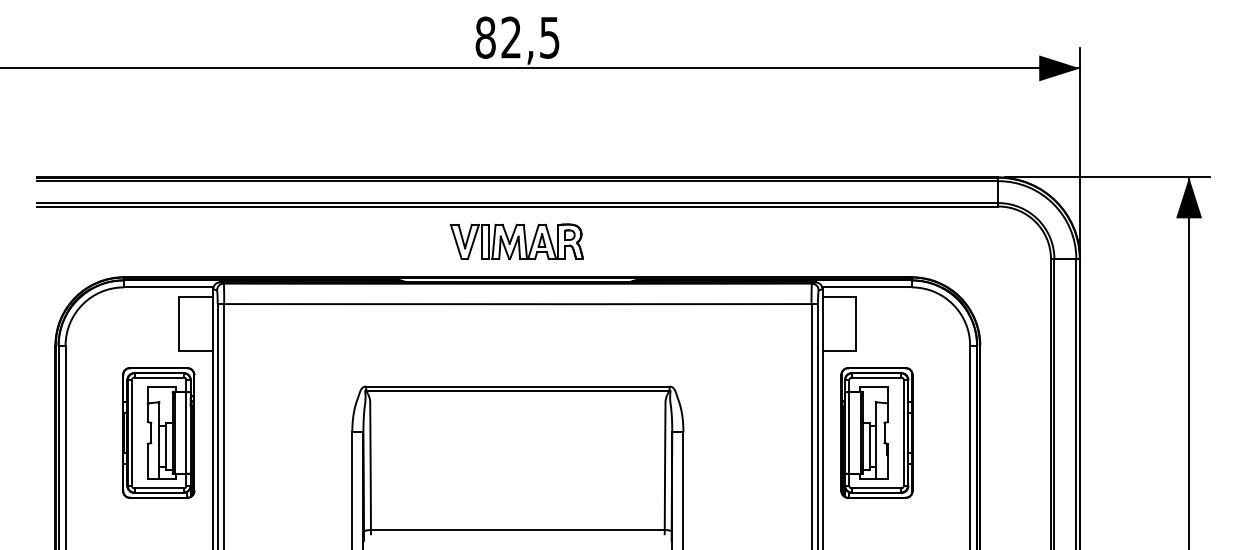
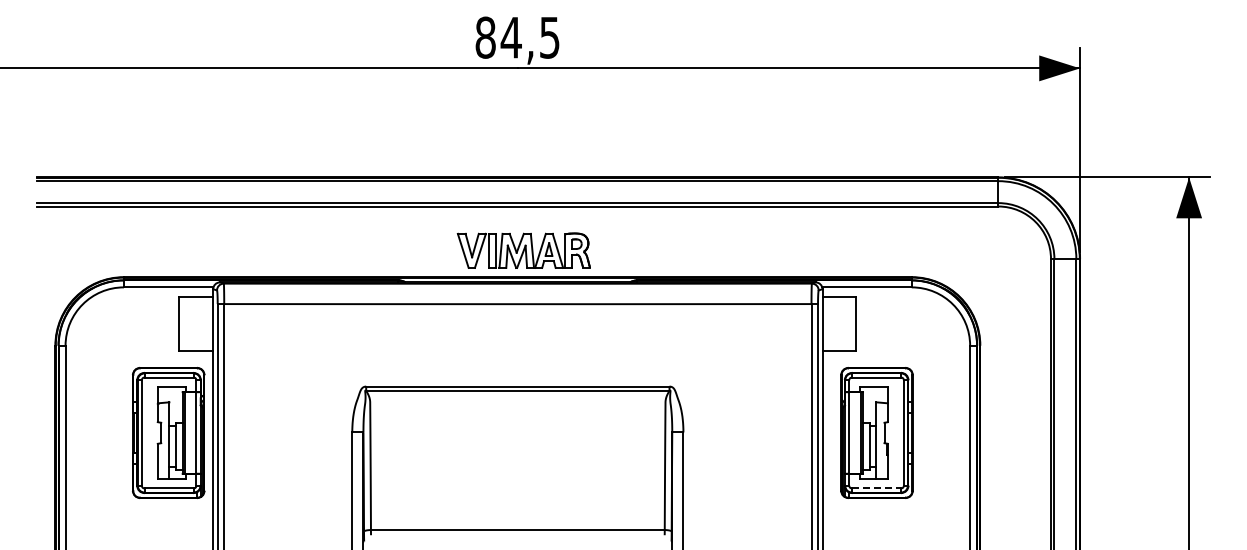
text at (510, 37): 82,5 -> 84,5
part at (516, 241) position: (516, 241) -> (523, 250)
part at (158, 432) position: (158, 432) -> (168, 432)
line at (876, 488): solid -> dashed
